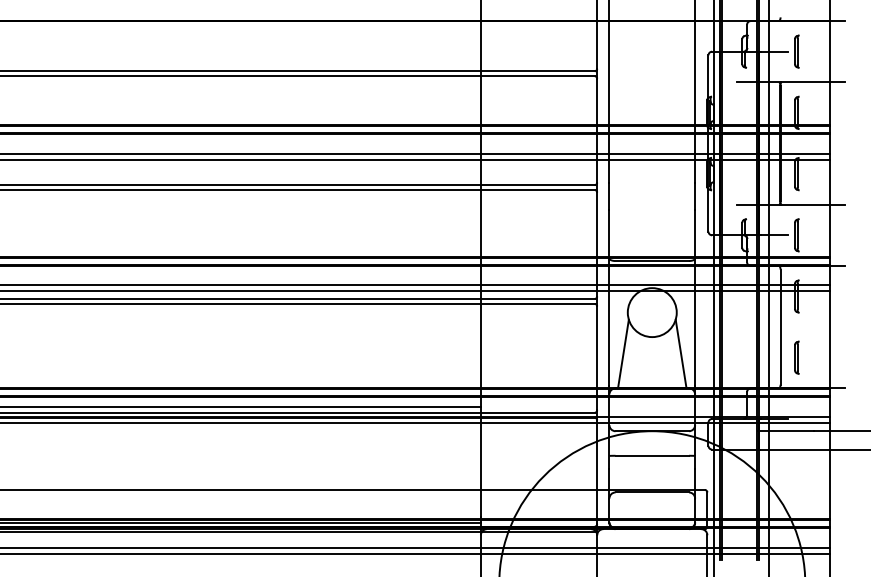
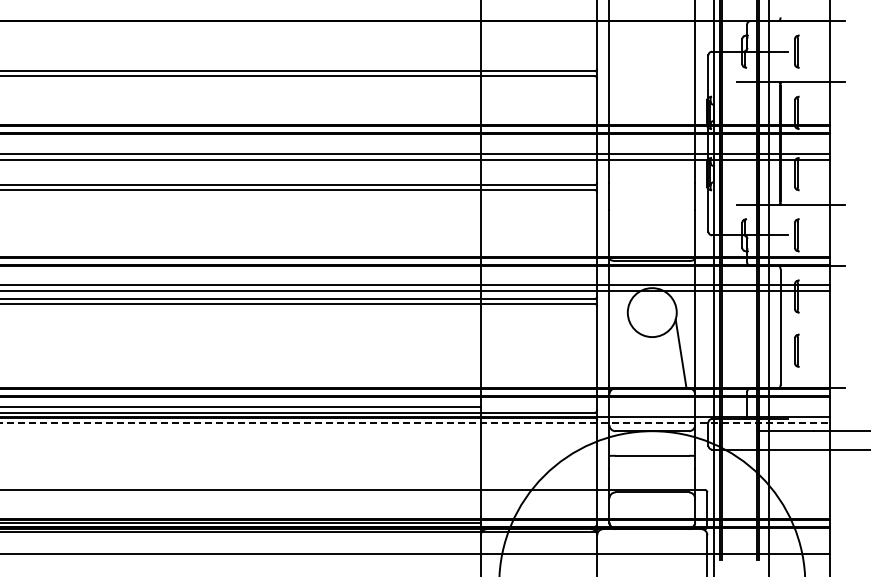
line at (623, 353): present -> none
part at (796, 357) position: (796, 357) -> (796, 350)
line at (415, 422): solid -> dashed
line at (415, 547): present -> none
